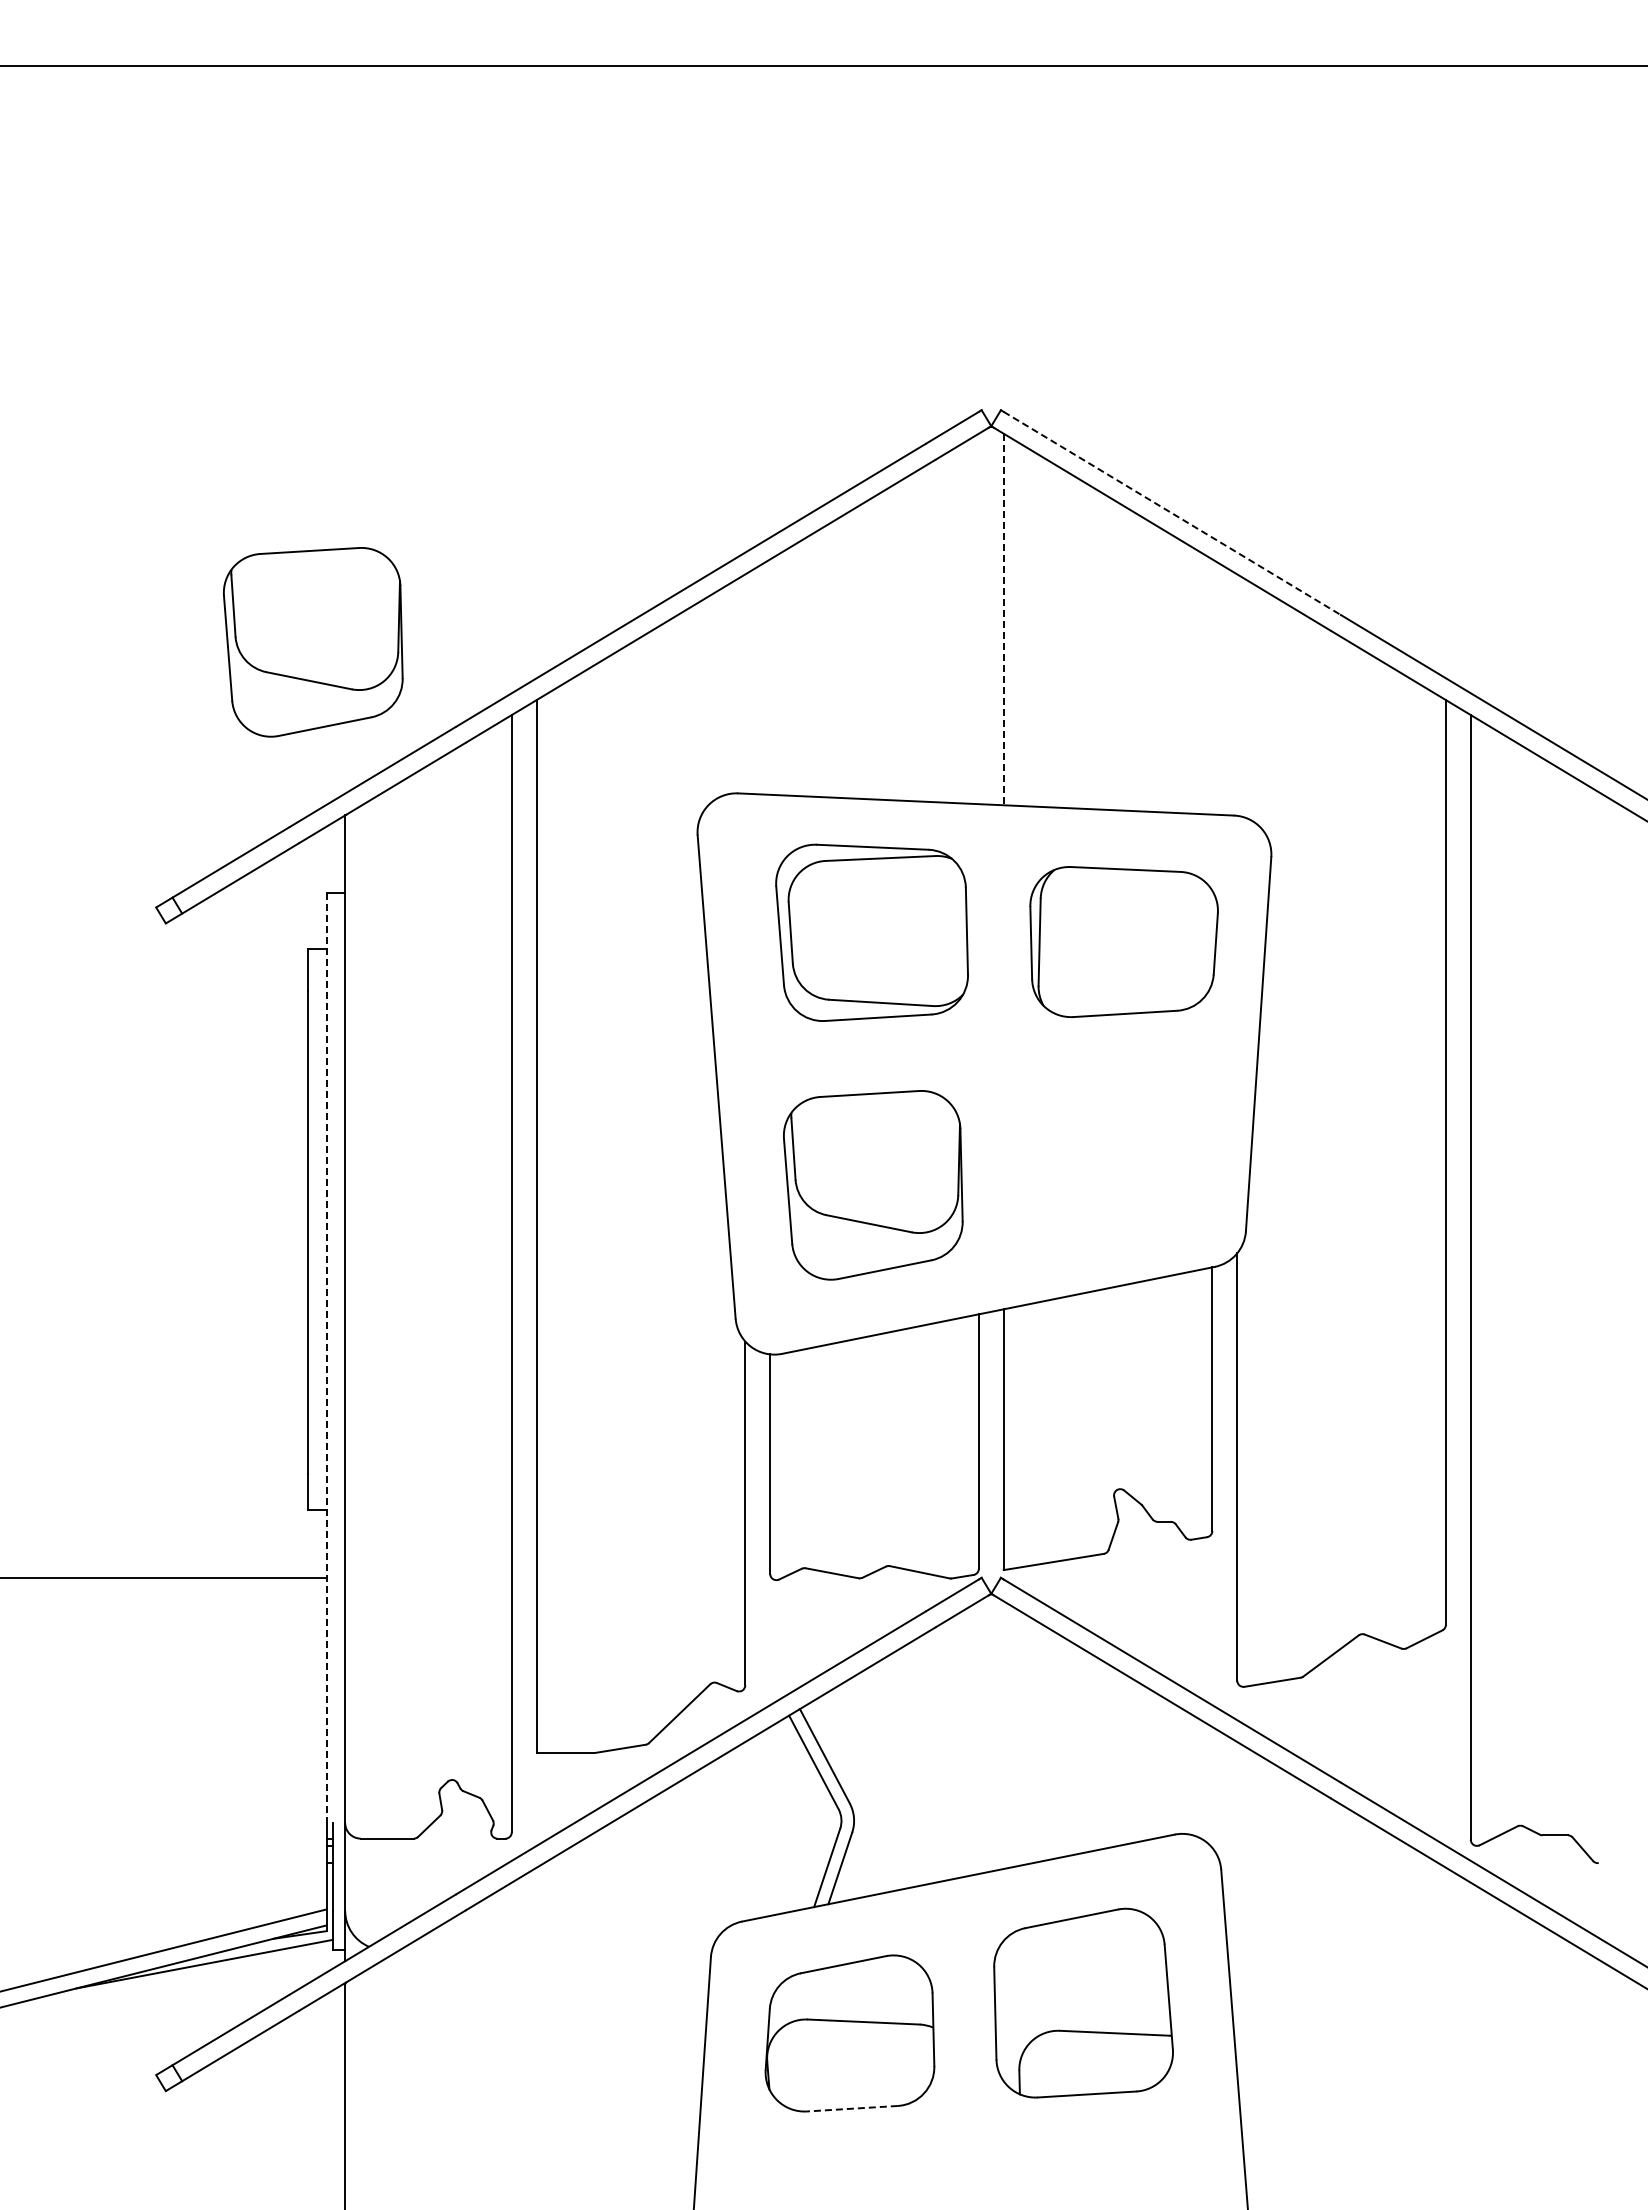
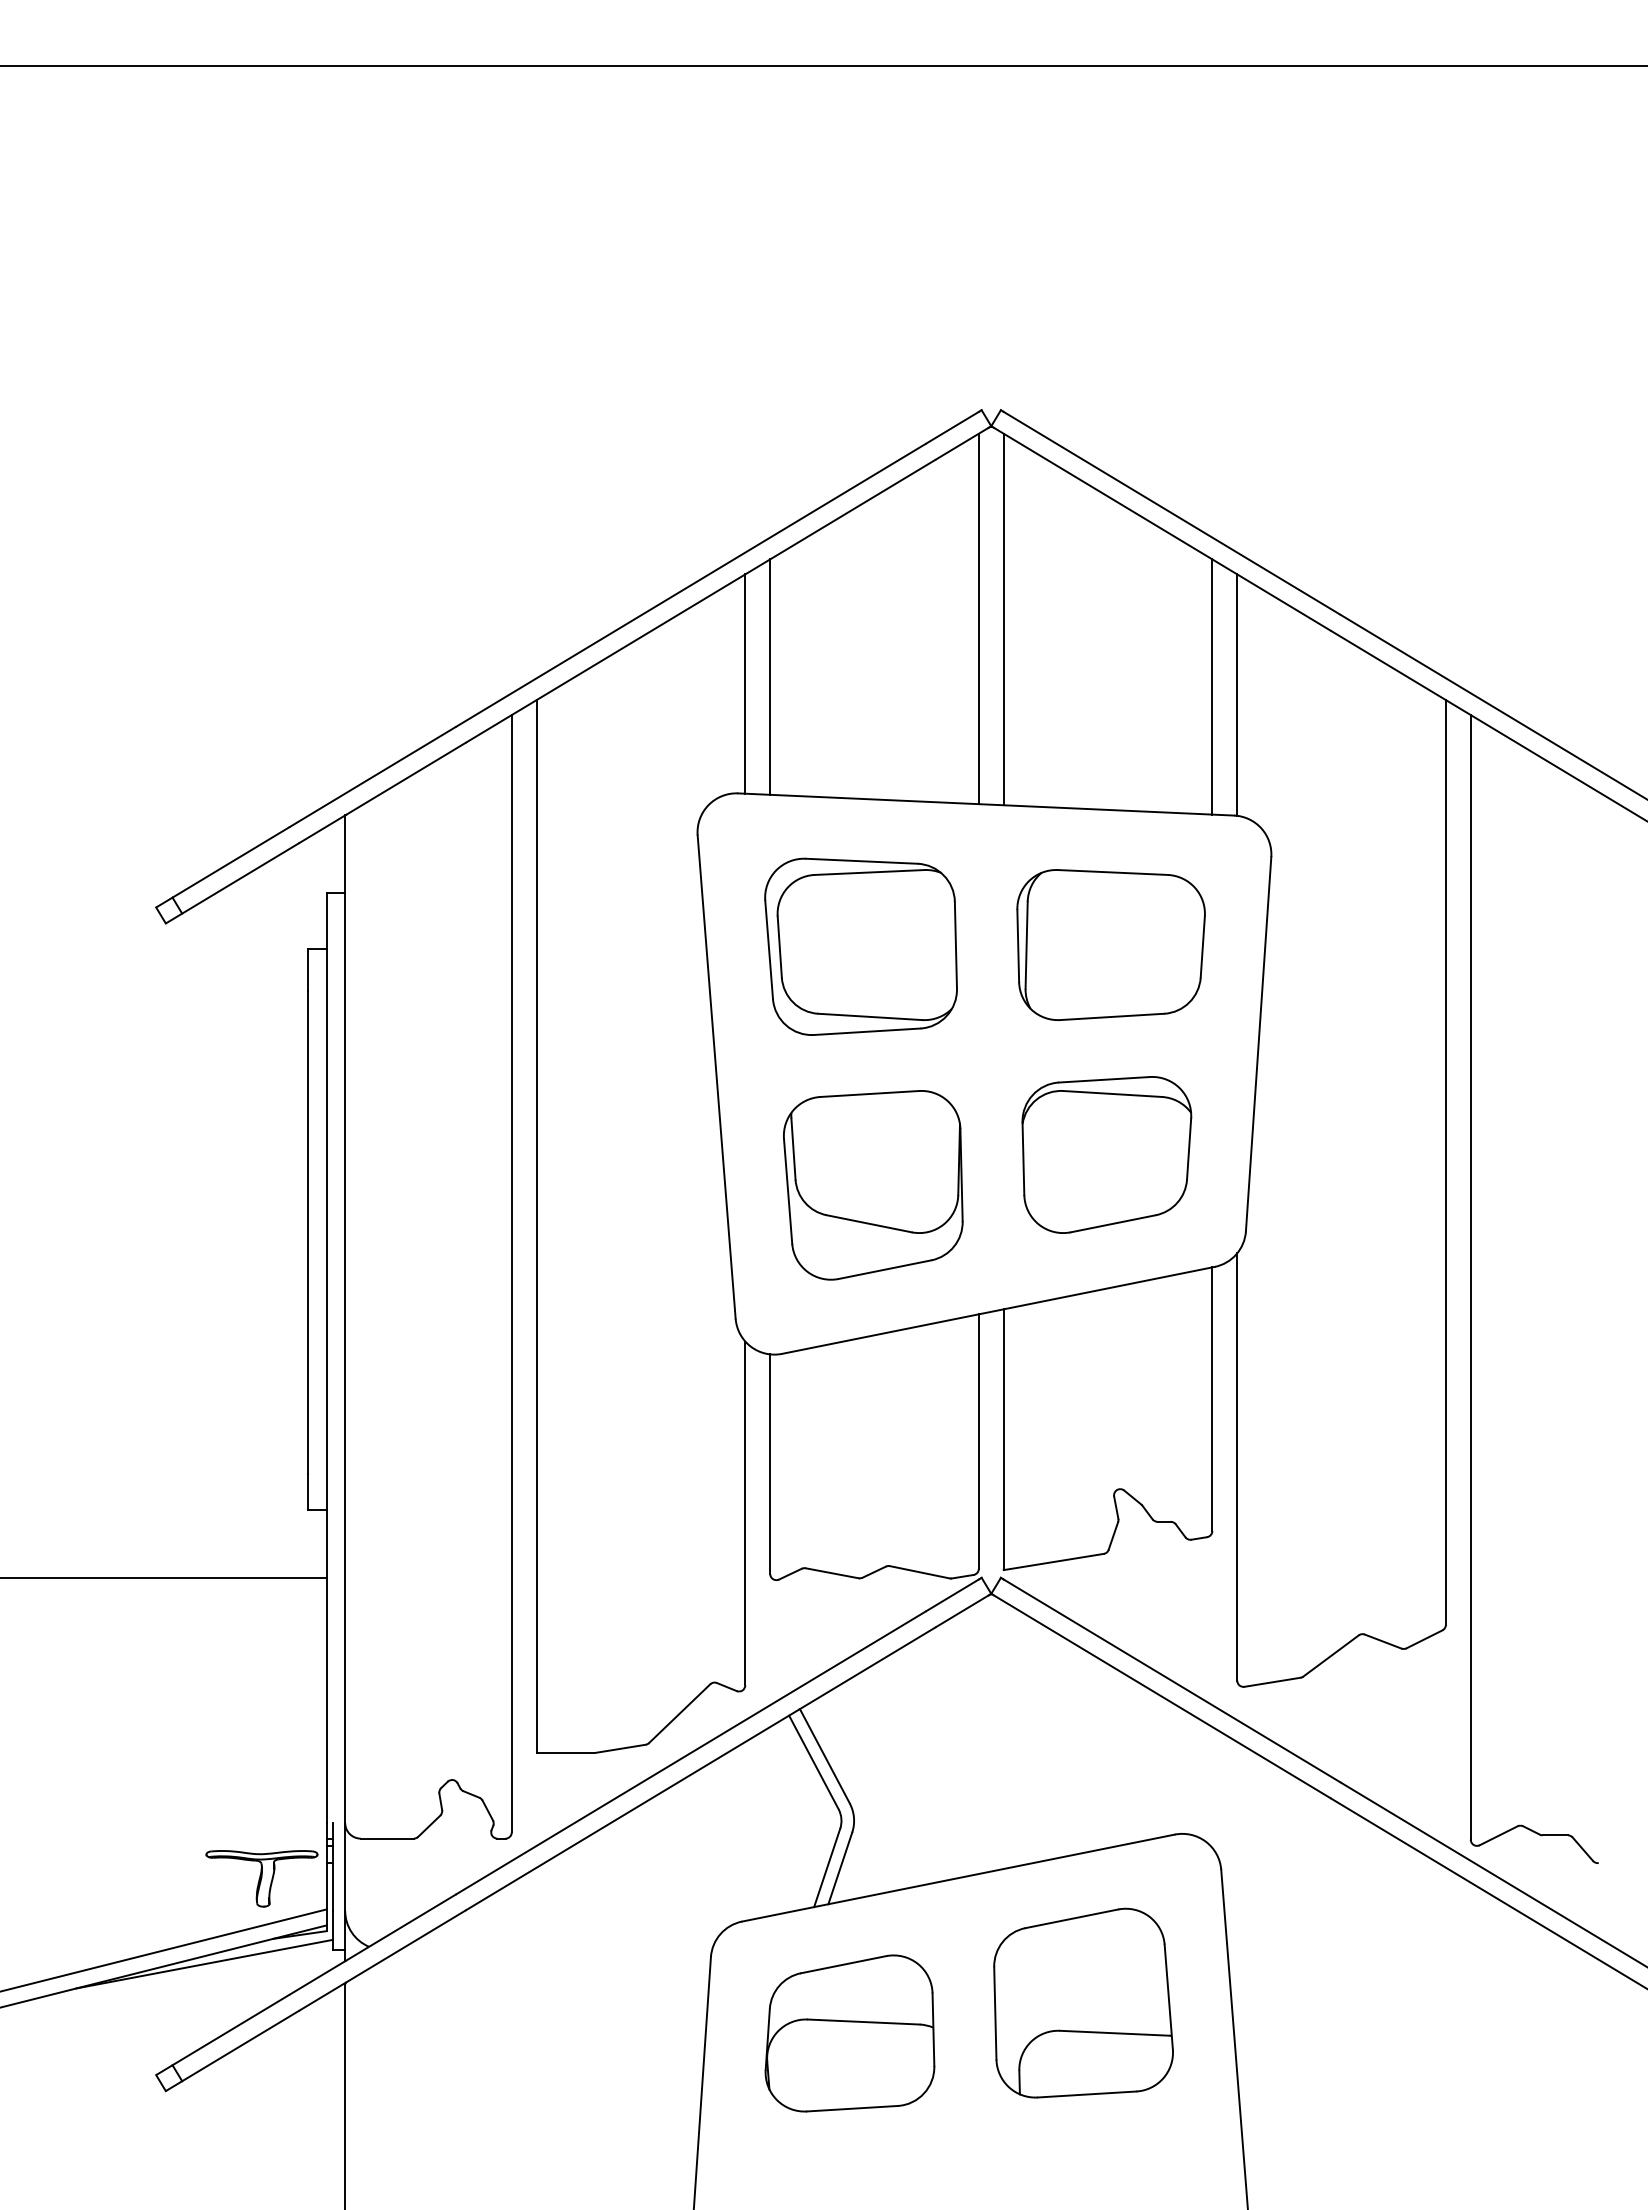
line at (1172, 513): dashed -> solid
line at (978, 618): none -> present
line at (1003, 619): dashed -> solid
part at (313, 642): present -> none
line at (770, 676): none -> present
line at (745, 683): none -> present
line at (1212, 686): none -> present
line at (1237, 694): none -> present
part at (871, 932) position: (871, 932) -> (860, 946)
part at (1123, 941) position: (1123, 941) -> (1110, 944)
part at (1106, 1154): none -> present
line at (326, 1358): dashed -> solid
part at (261, 1878): none -> present
line at (852, 2108): dashed -> solid
